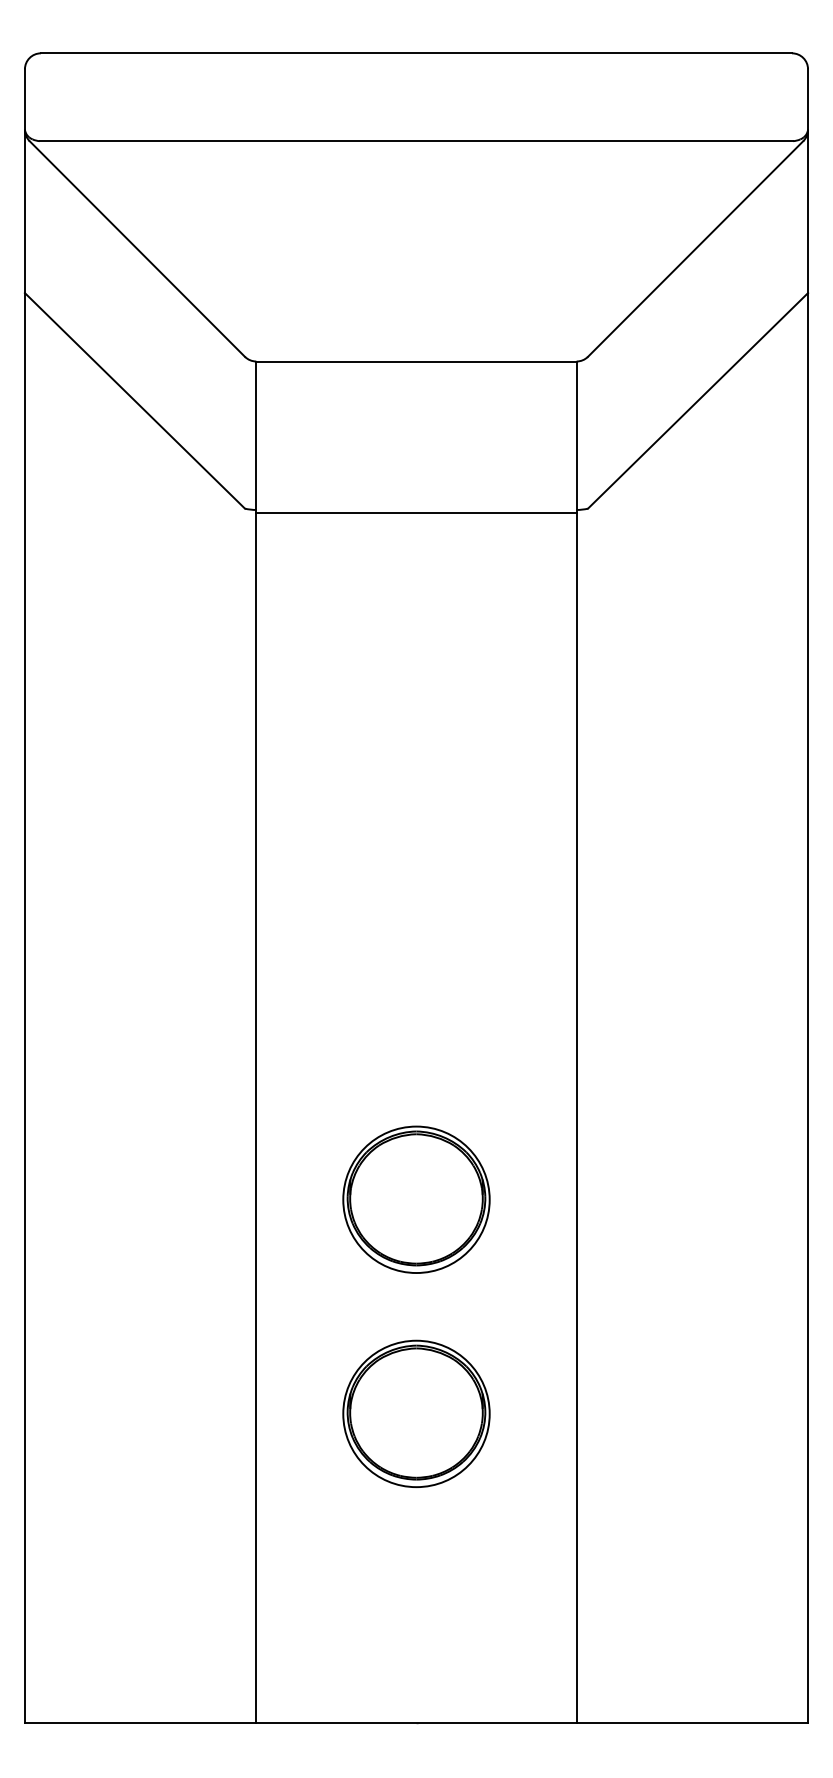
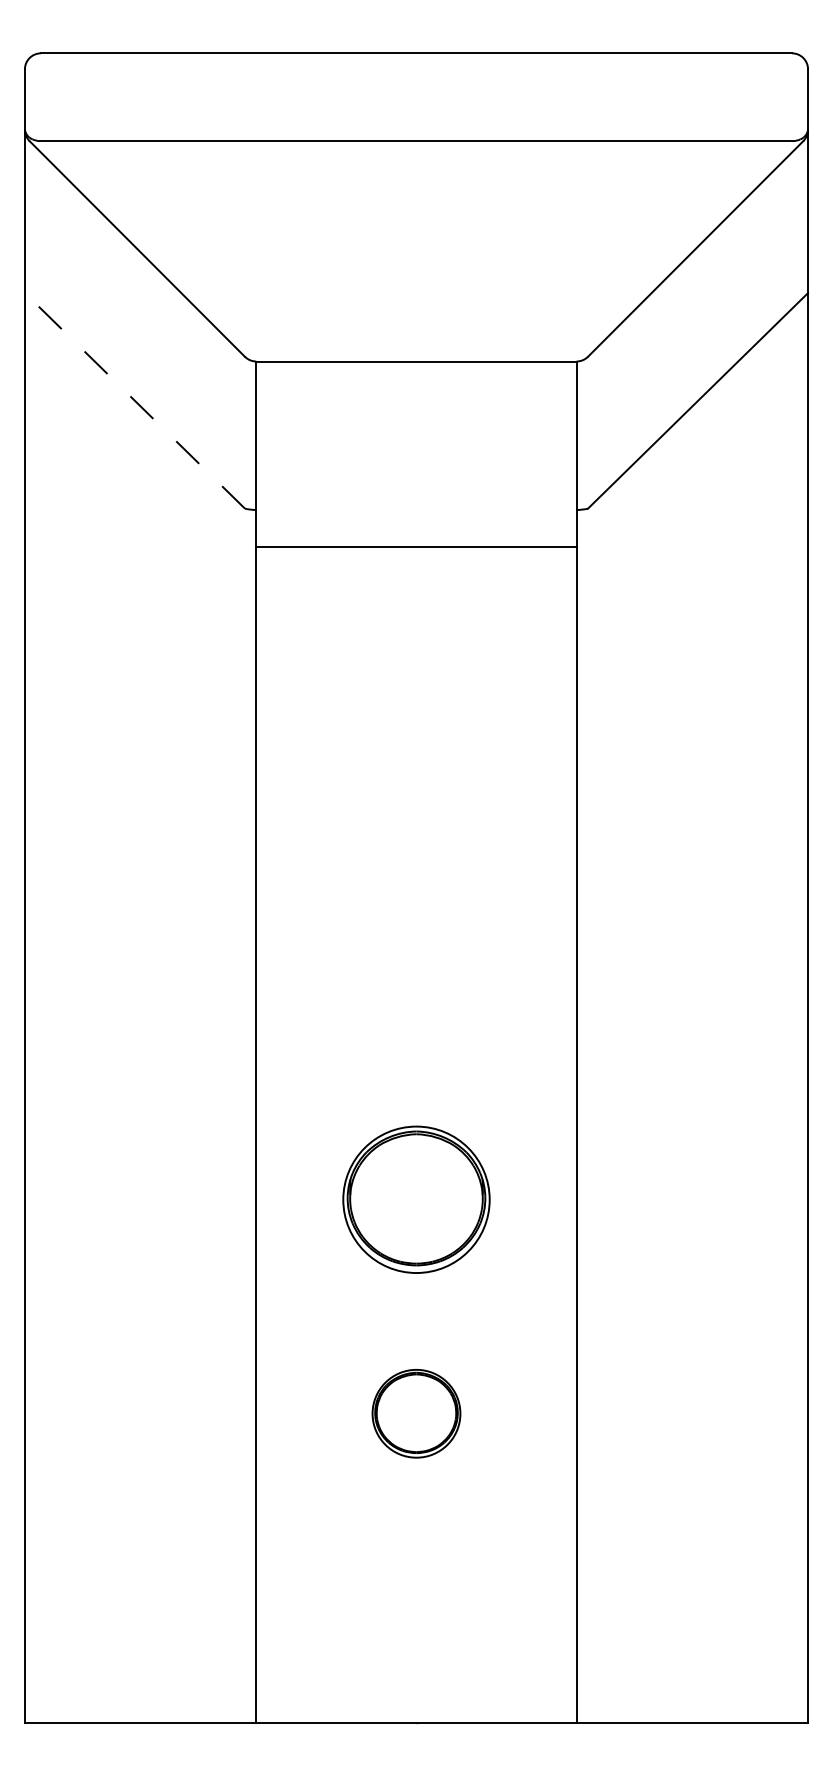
line at (134, 400): solid -> dashed
line at (416, 513) position: (416, 513) -> (416, 547)
part at (416, 1413) size: 149x149 px -> 91x90 px
